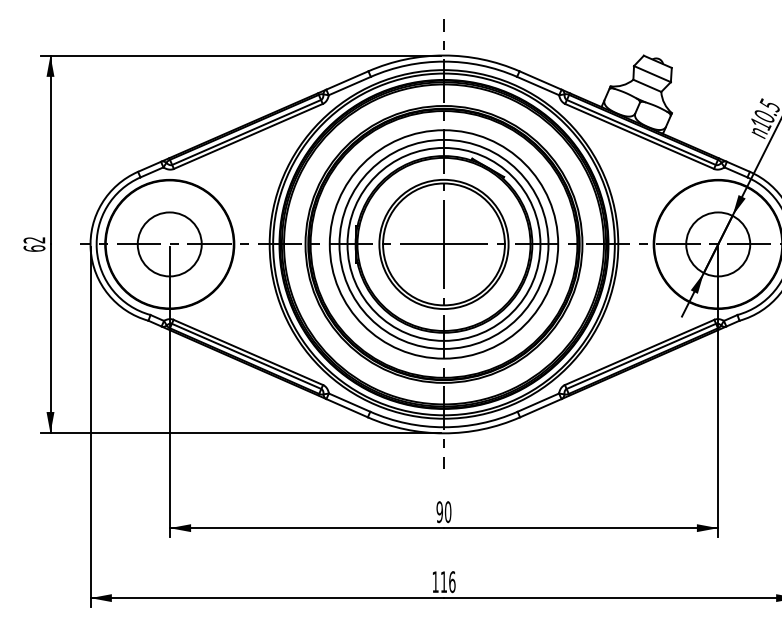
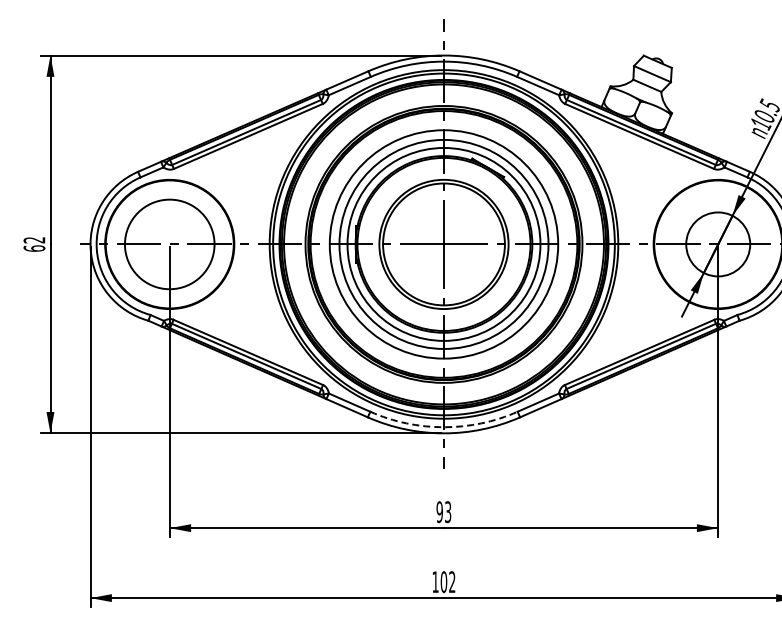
circle at (169, 244) diameter: 64 px -> 90 px
arc at (443, 427): solid -> dashed
text at (447, 512): 90 -> 93
text at (447, 582): 116 -> 102
